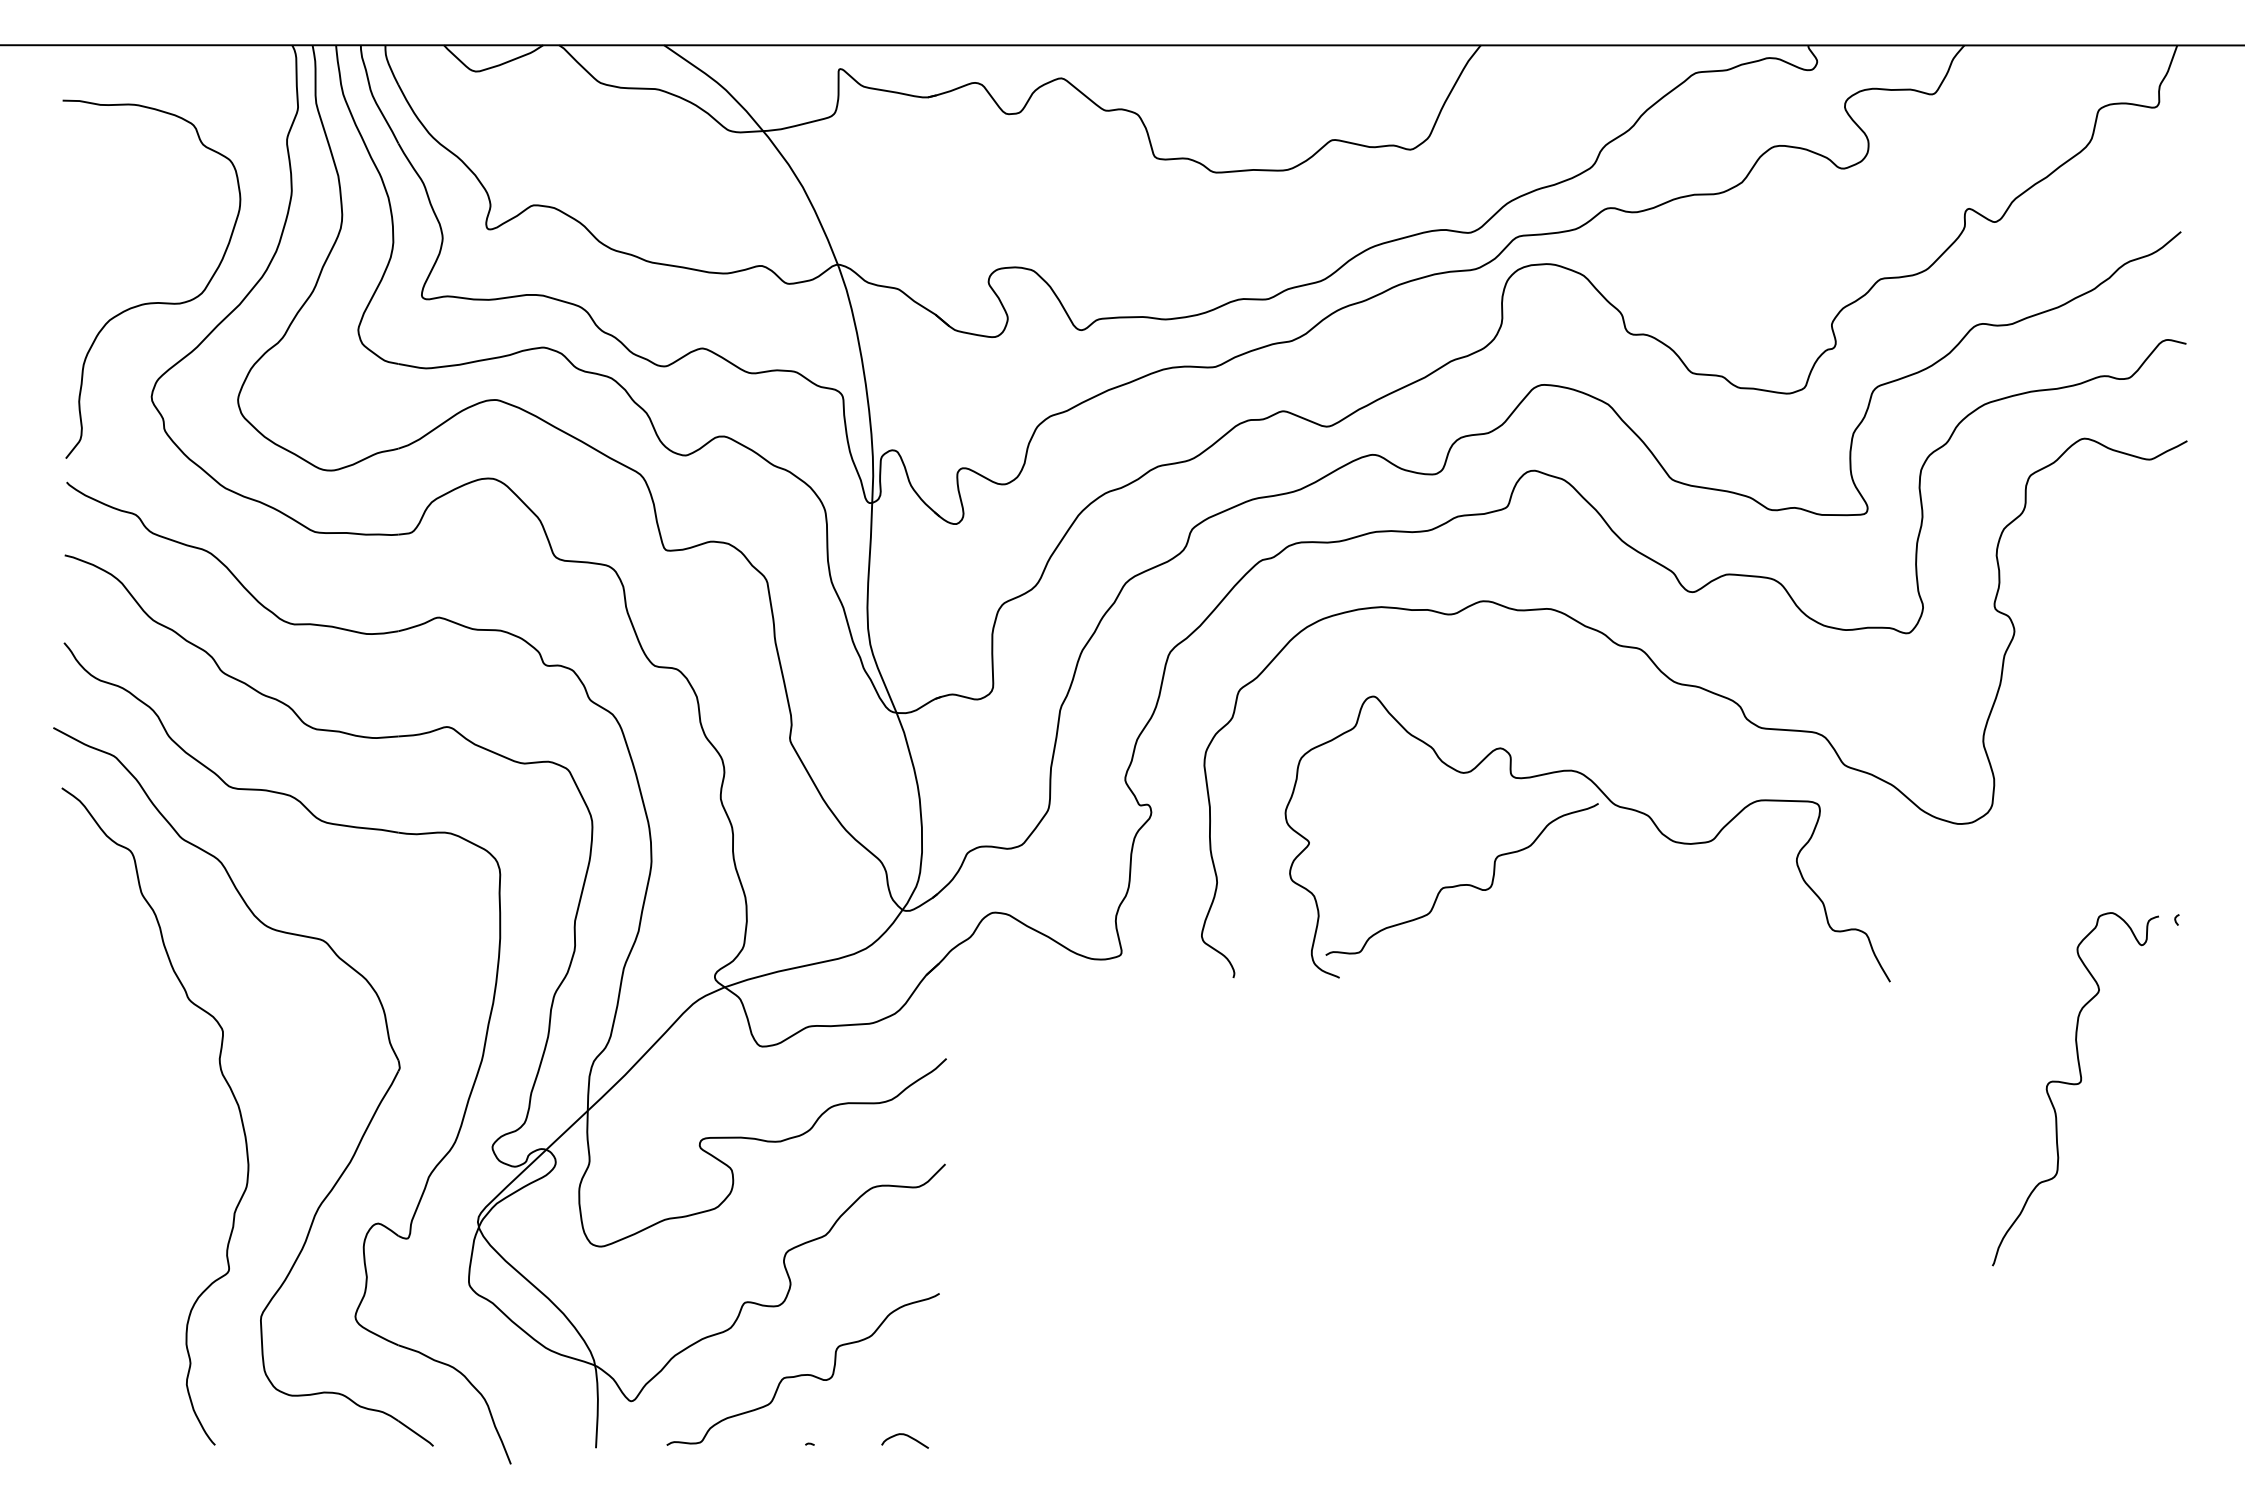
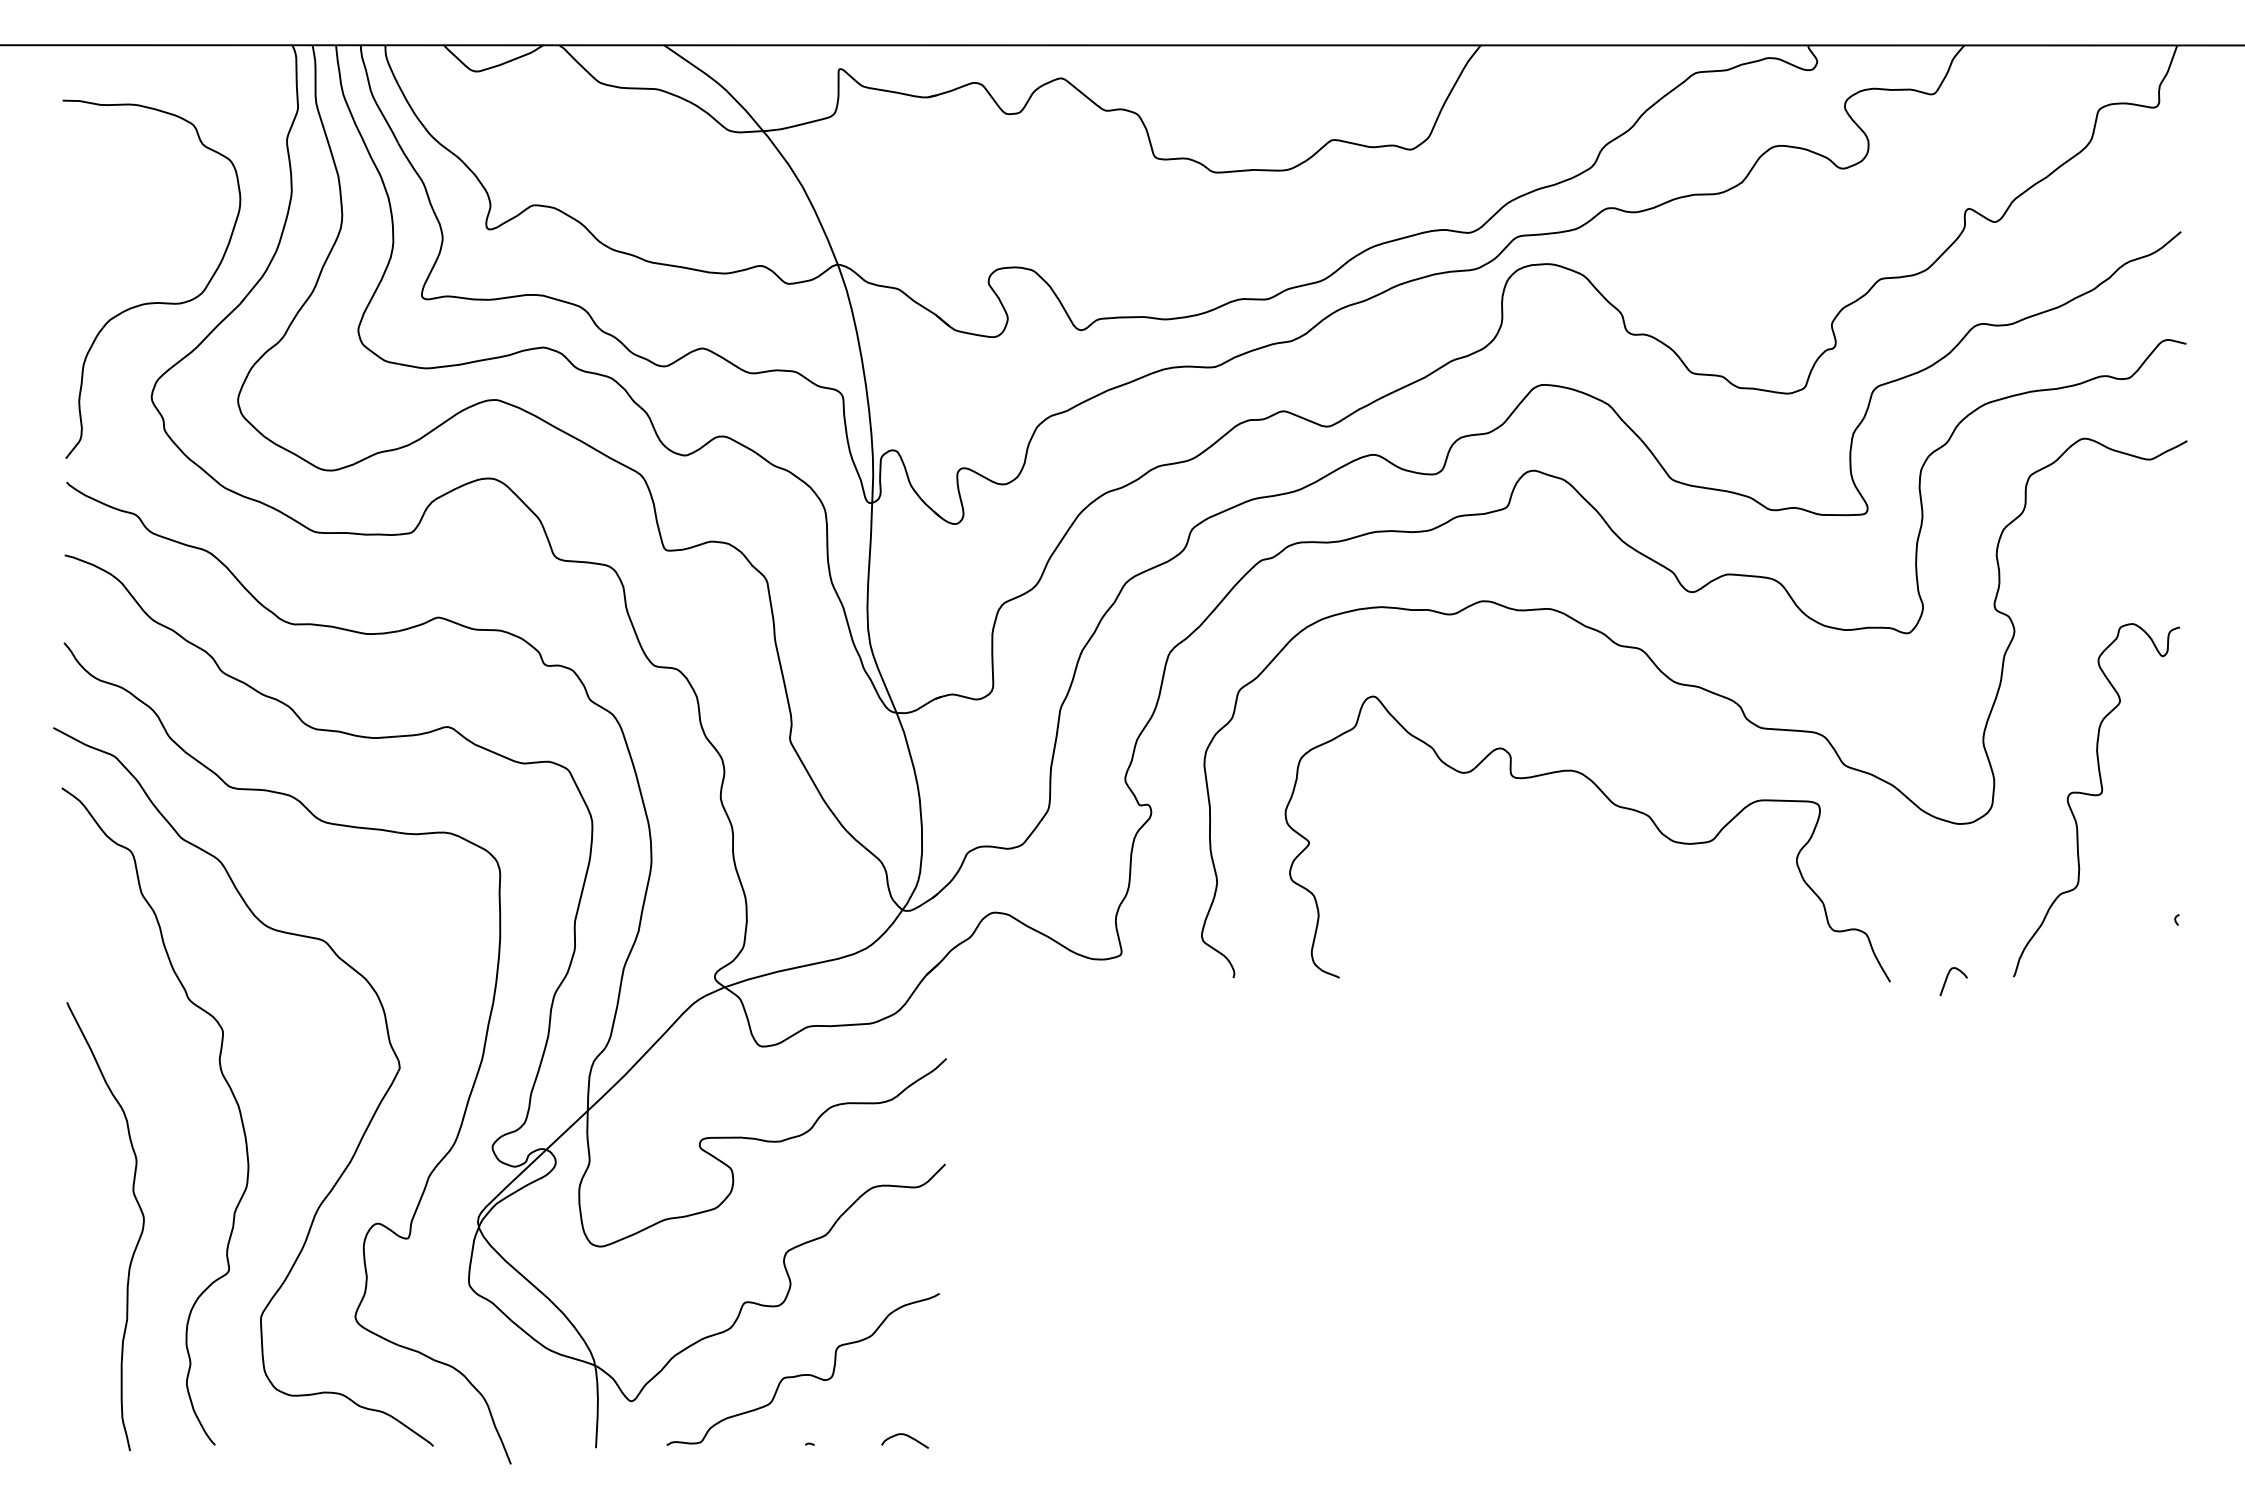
curve at (1461, 884): present -> none
curve at (1947, 979): none -> present
curve at (2075, 1085) position: (2075, 1085) -> (2096, 796)
curve at (138, 1238): none -> present
